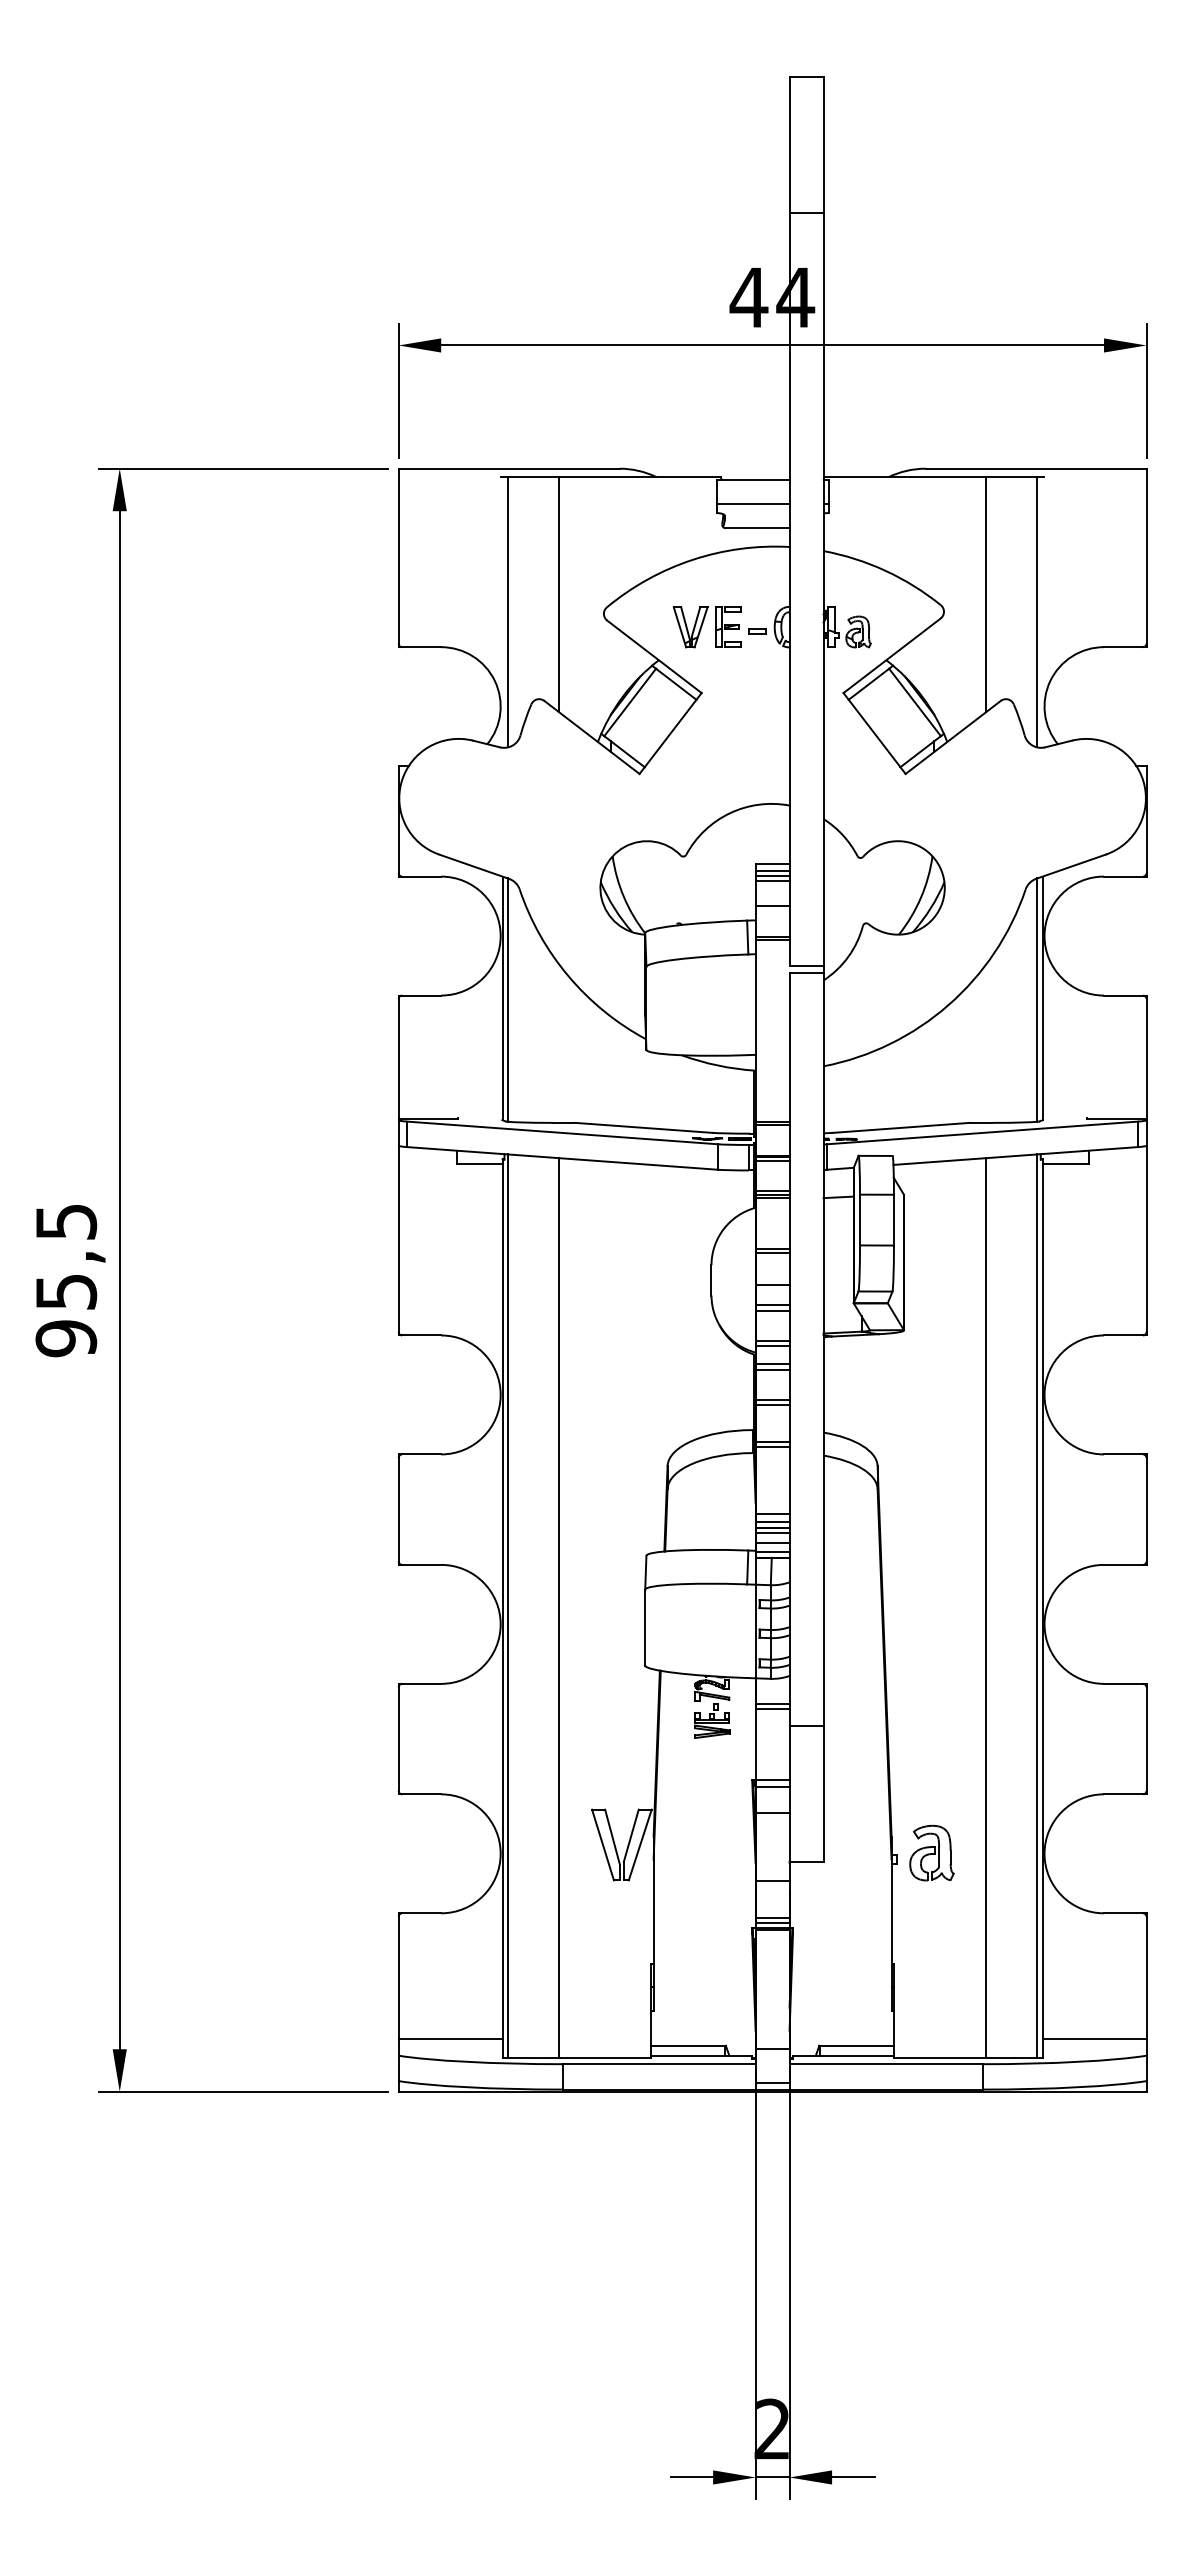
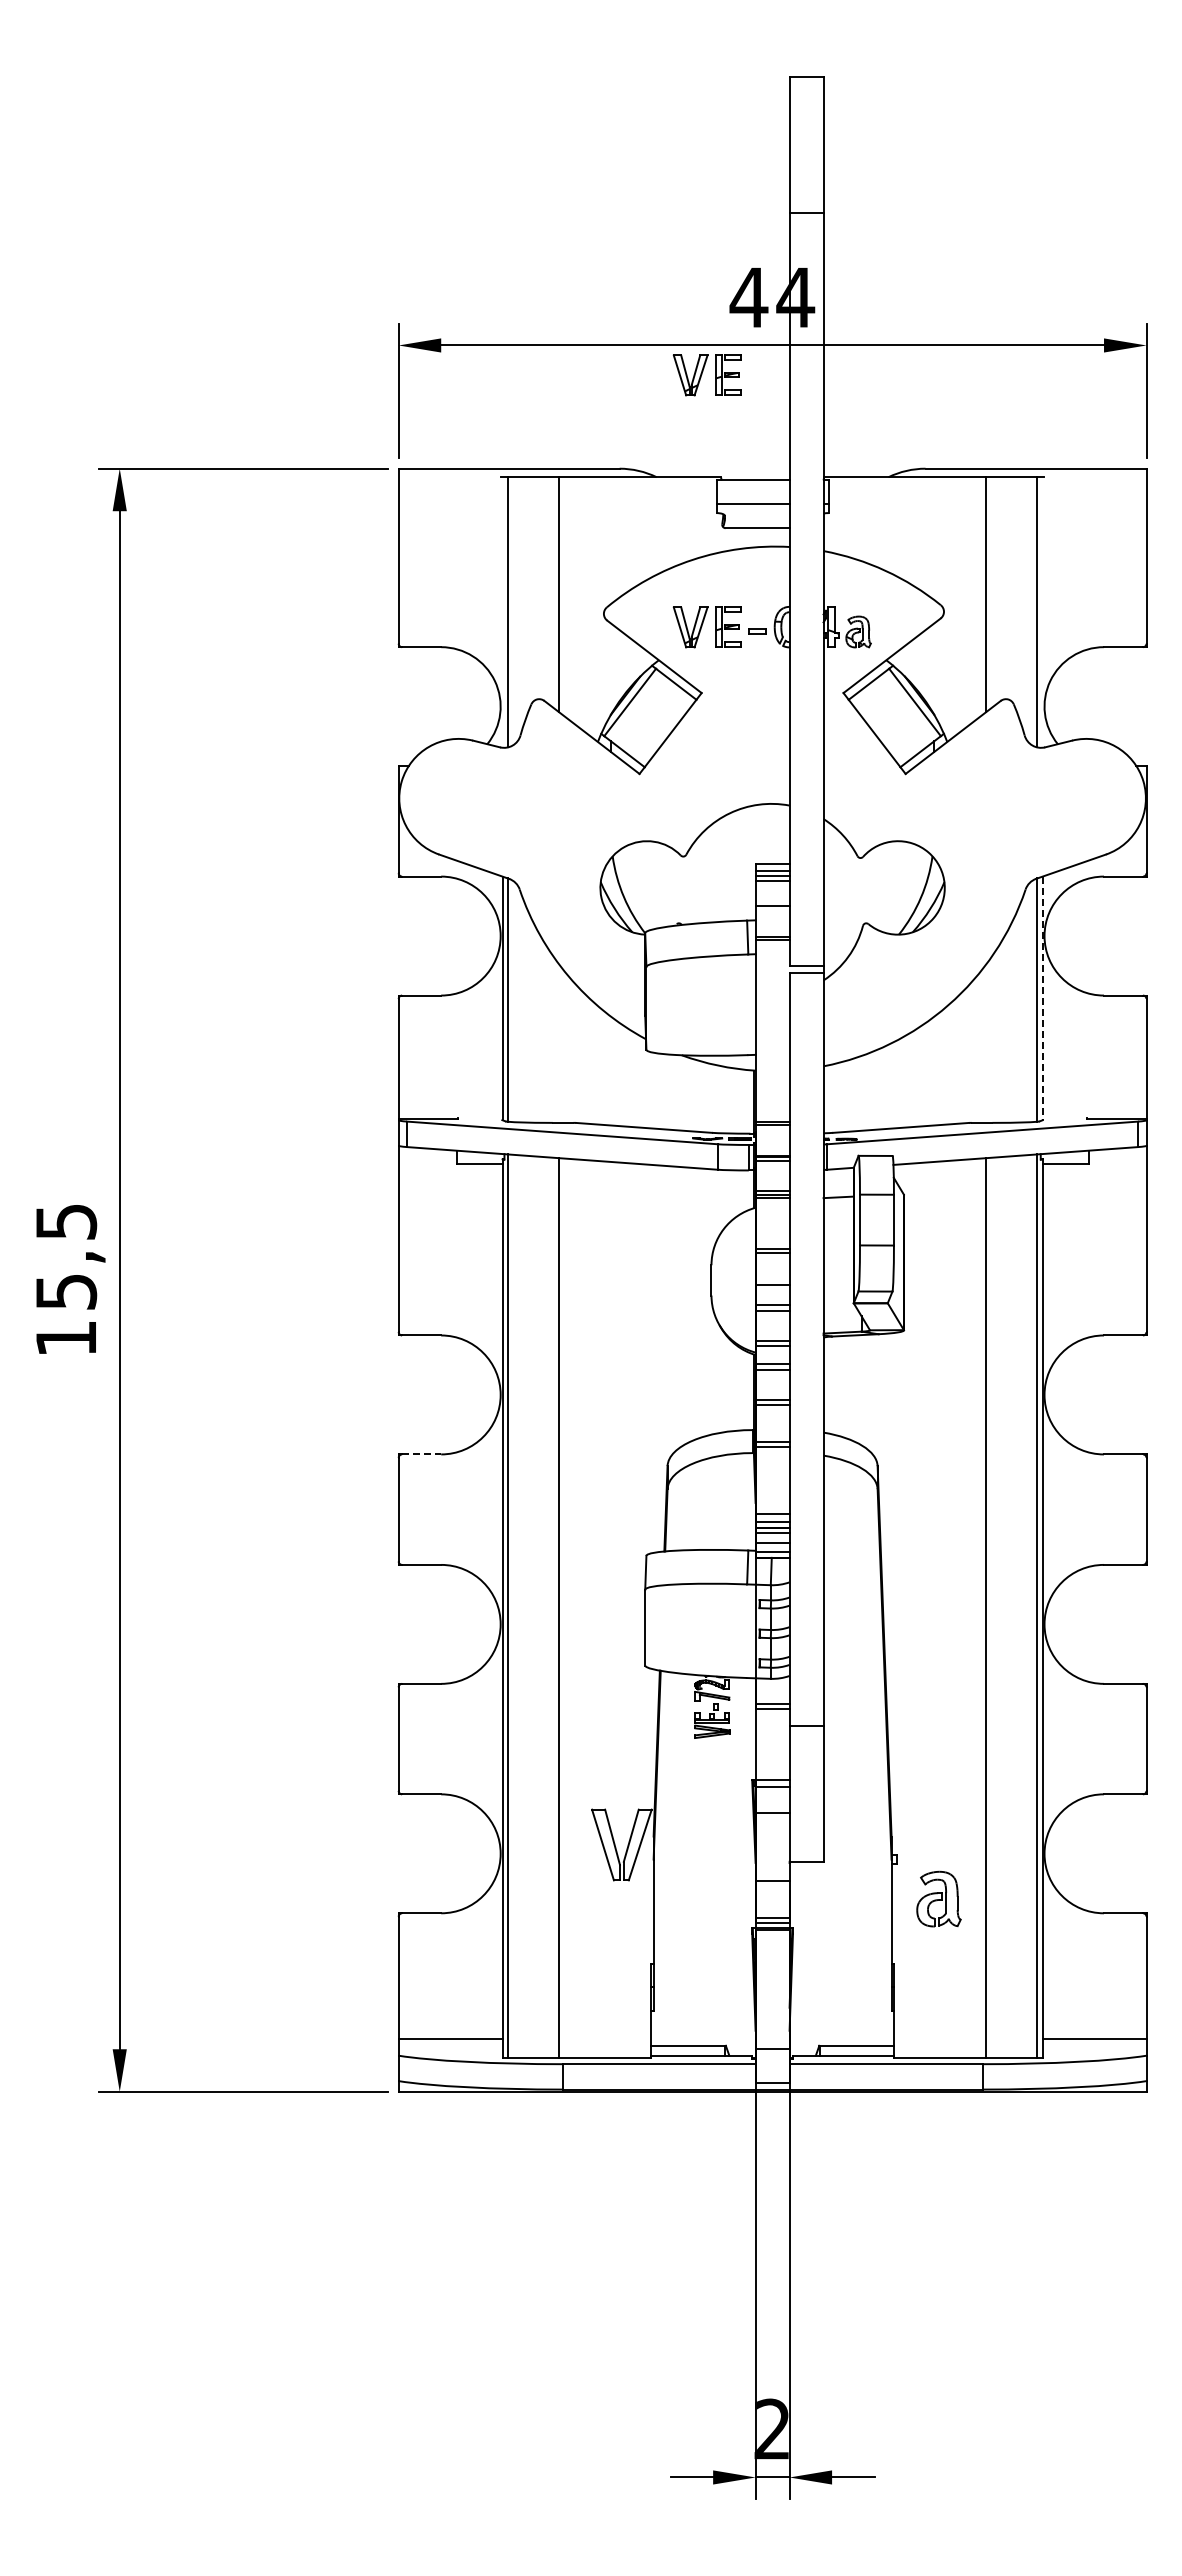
part at (706, 375): none -> present
line at (1042, 998): solid -> dashed
text at (66, 1338): 95,5 -> 15,5
line at (421, 1454): solid -> dashed
part at (931, 1852) position: (931, 1852) -> (938, 1898)
